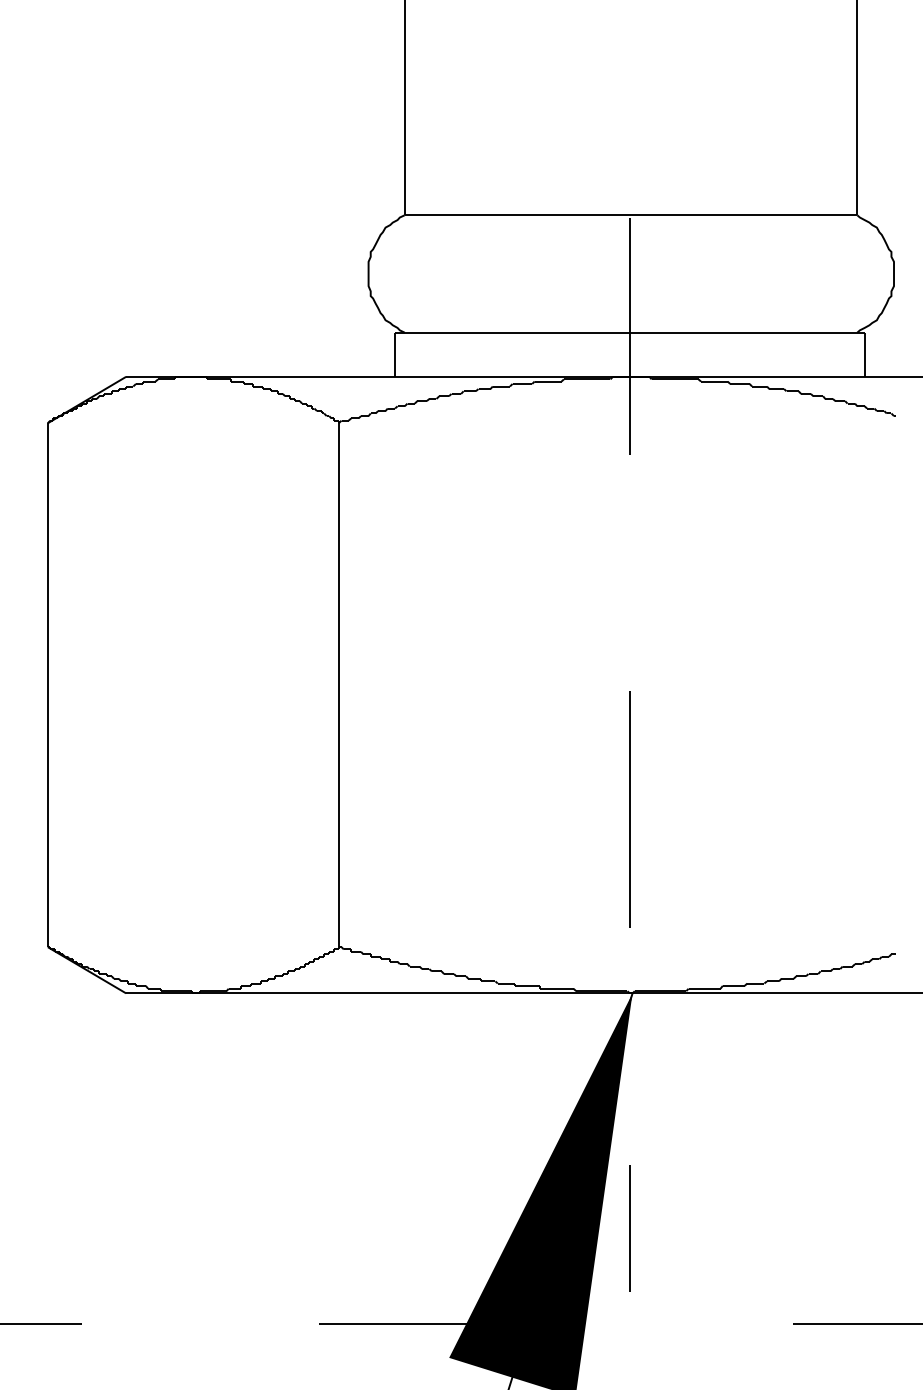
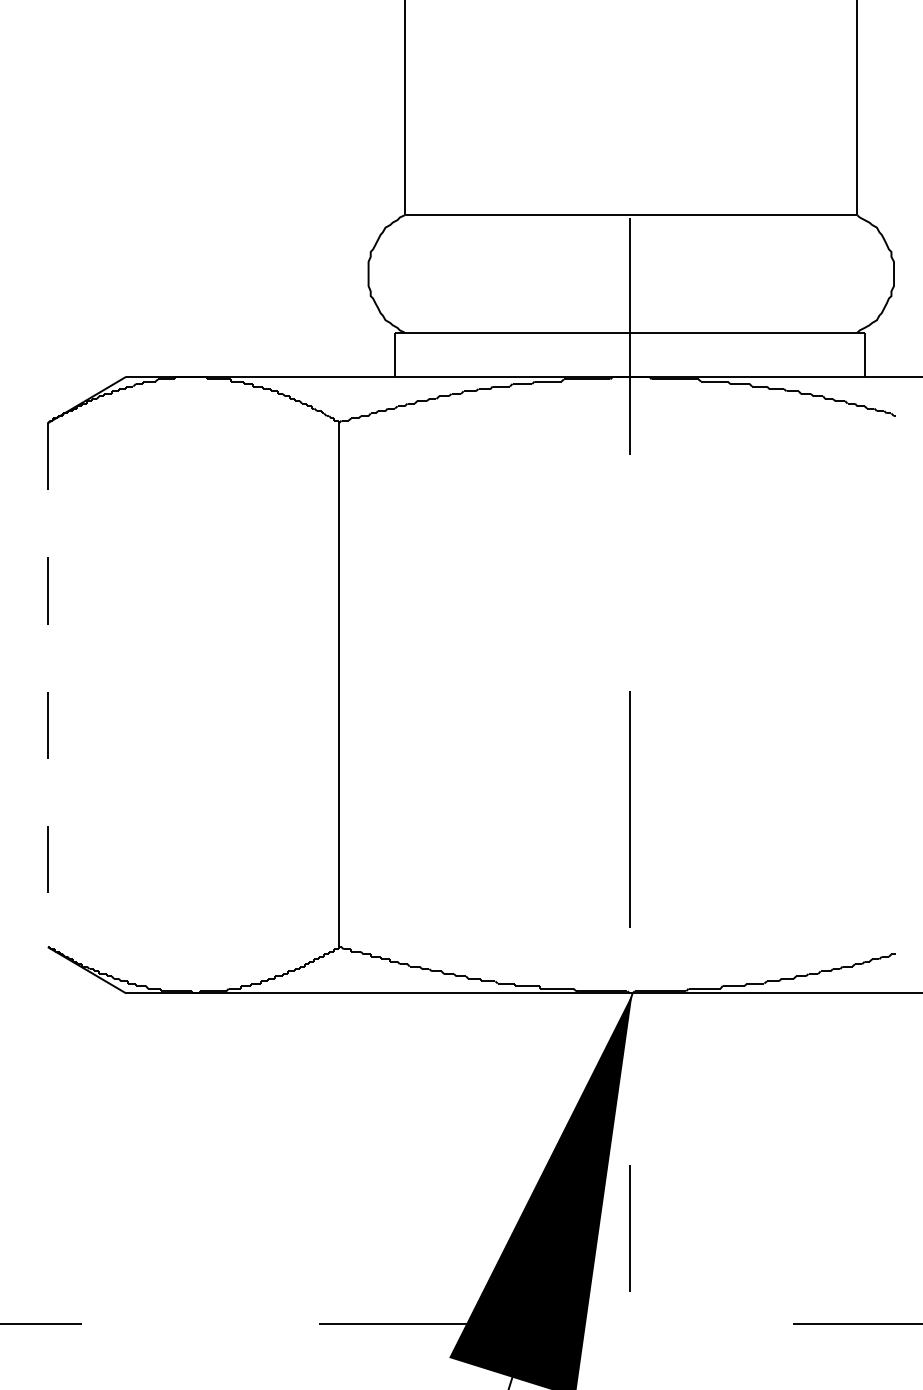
line at (47, 685): solid -> dashed
